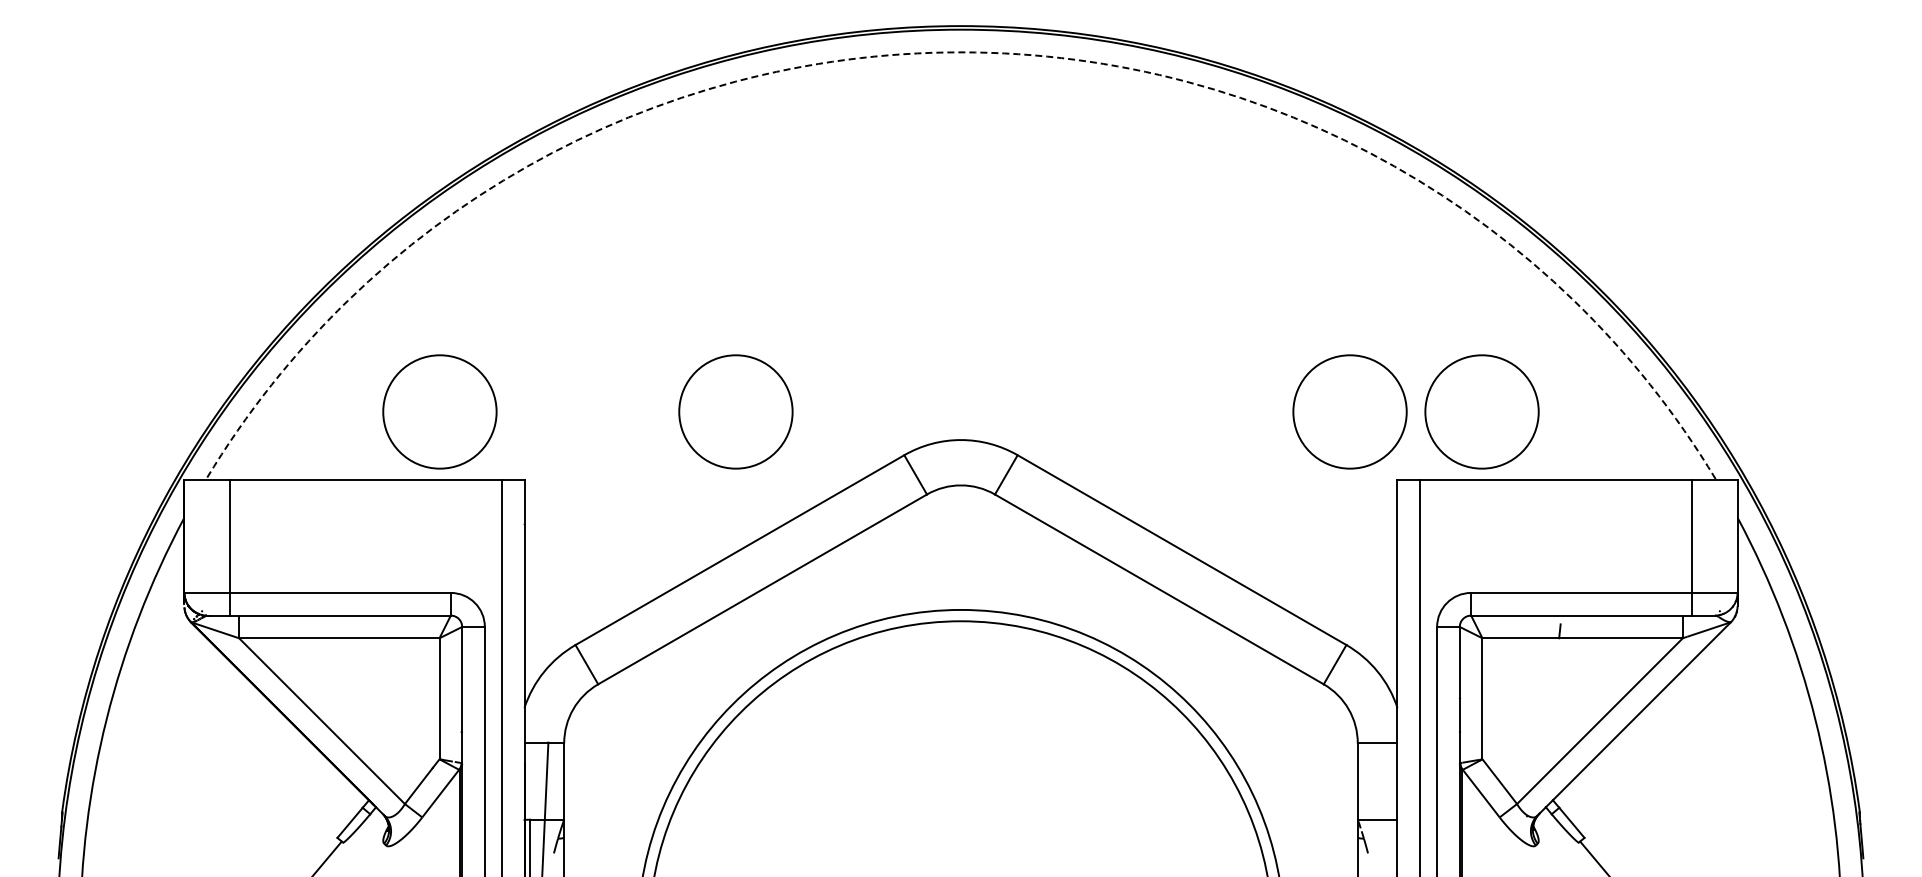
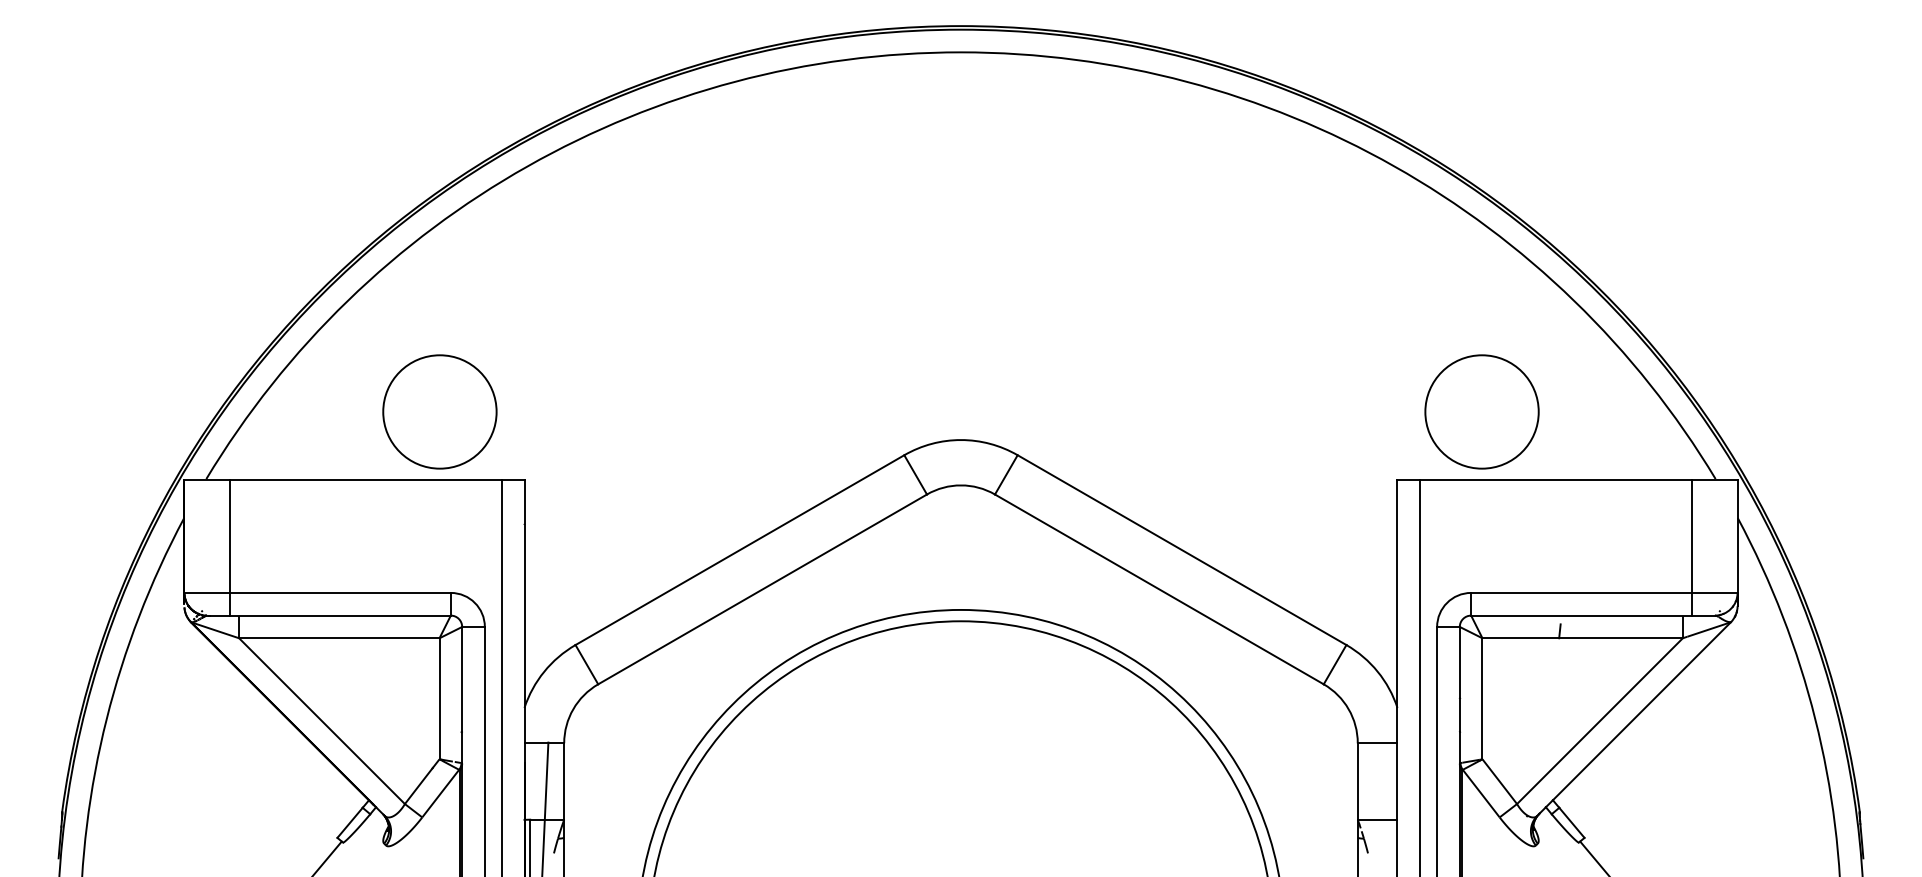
arc at (961, 52): dashed -> solid
part at (735, 411): present -> none
part at (1349, 411): present -> none
